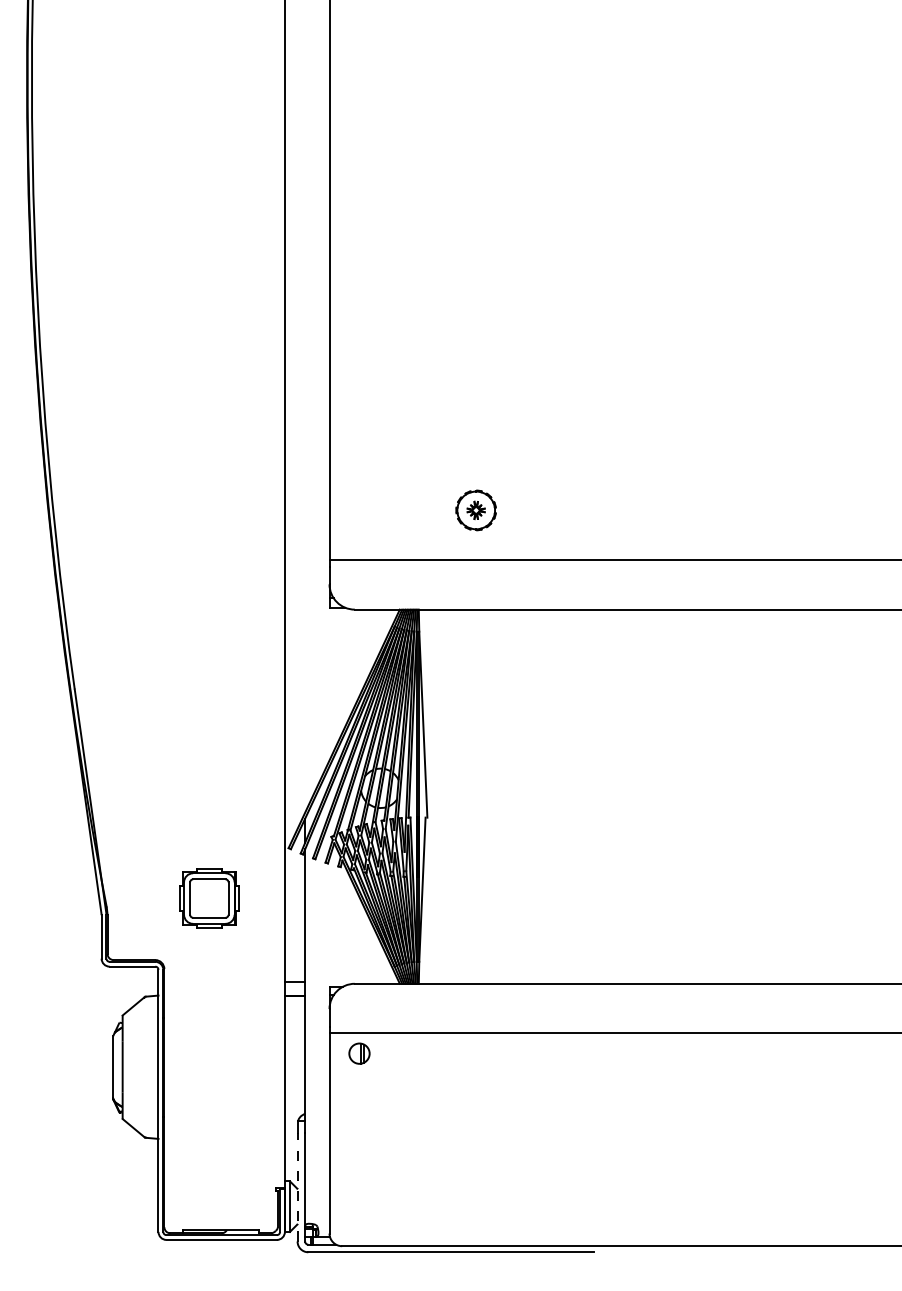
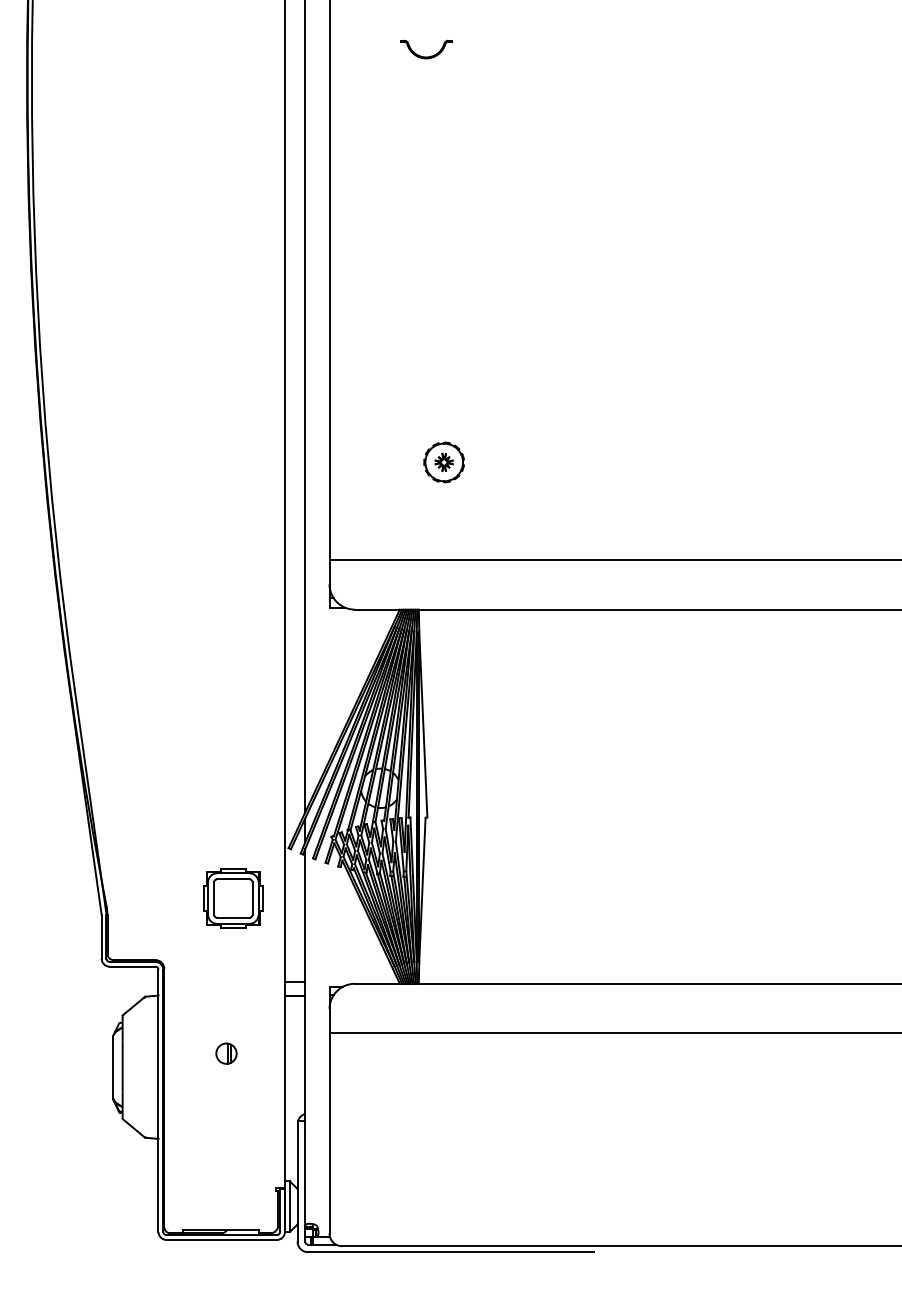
part at (426, 56): none -> present
line at (305, 407): none -> present
part at (475, 510) position: (475, 510) -> (443, 462)
part at (209, 898) position: (209, 898) -> (233, 898)
part at (359, 1053) position: (359, 1053) -> (226, 1053)
line at (297, 1186): dashed -> solid
